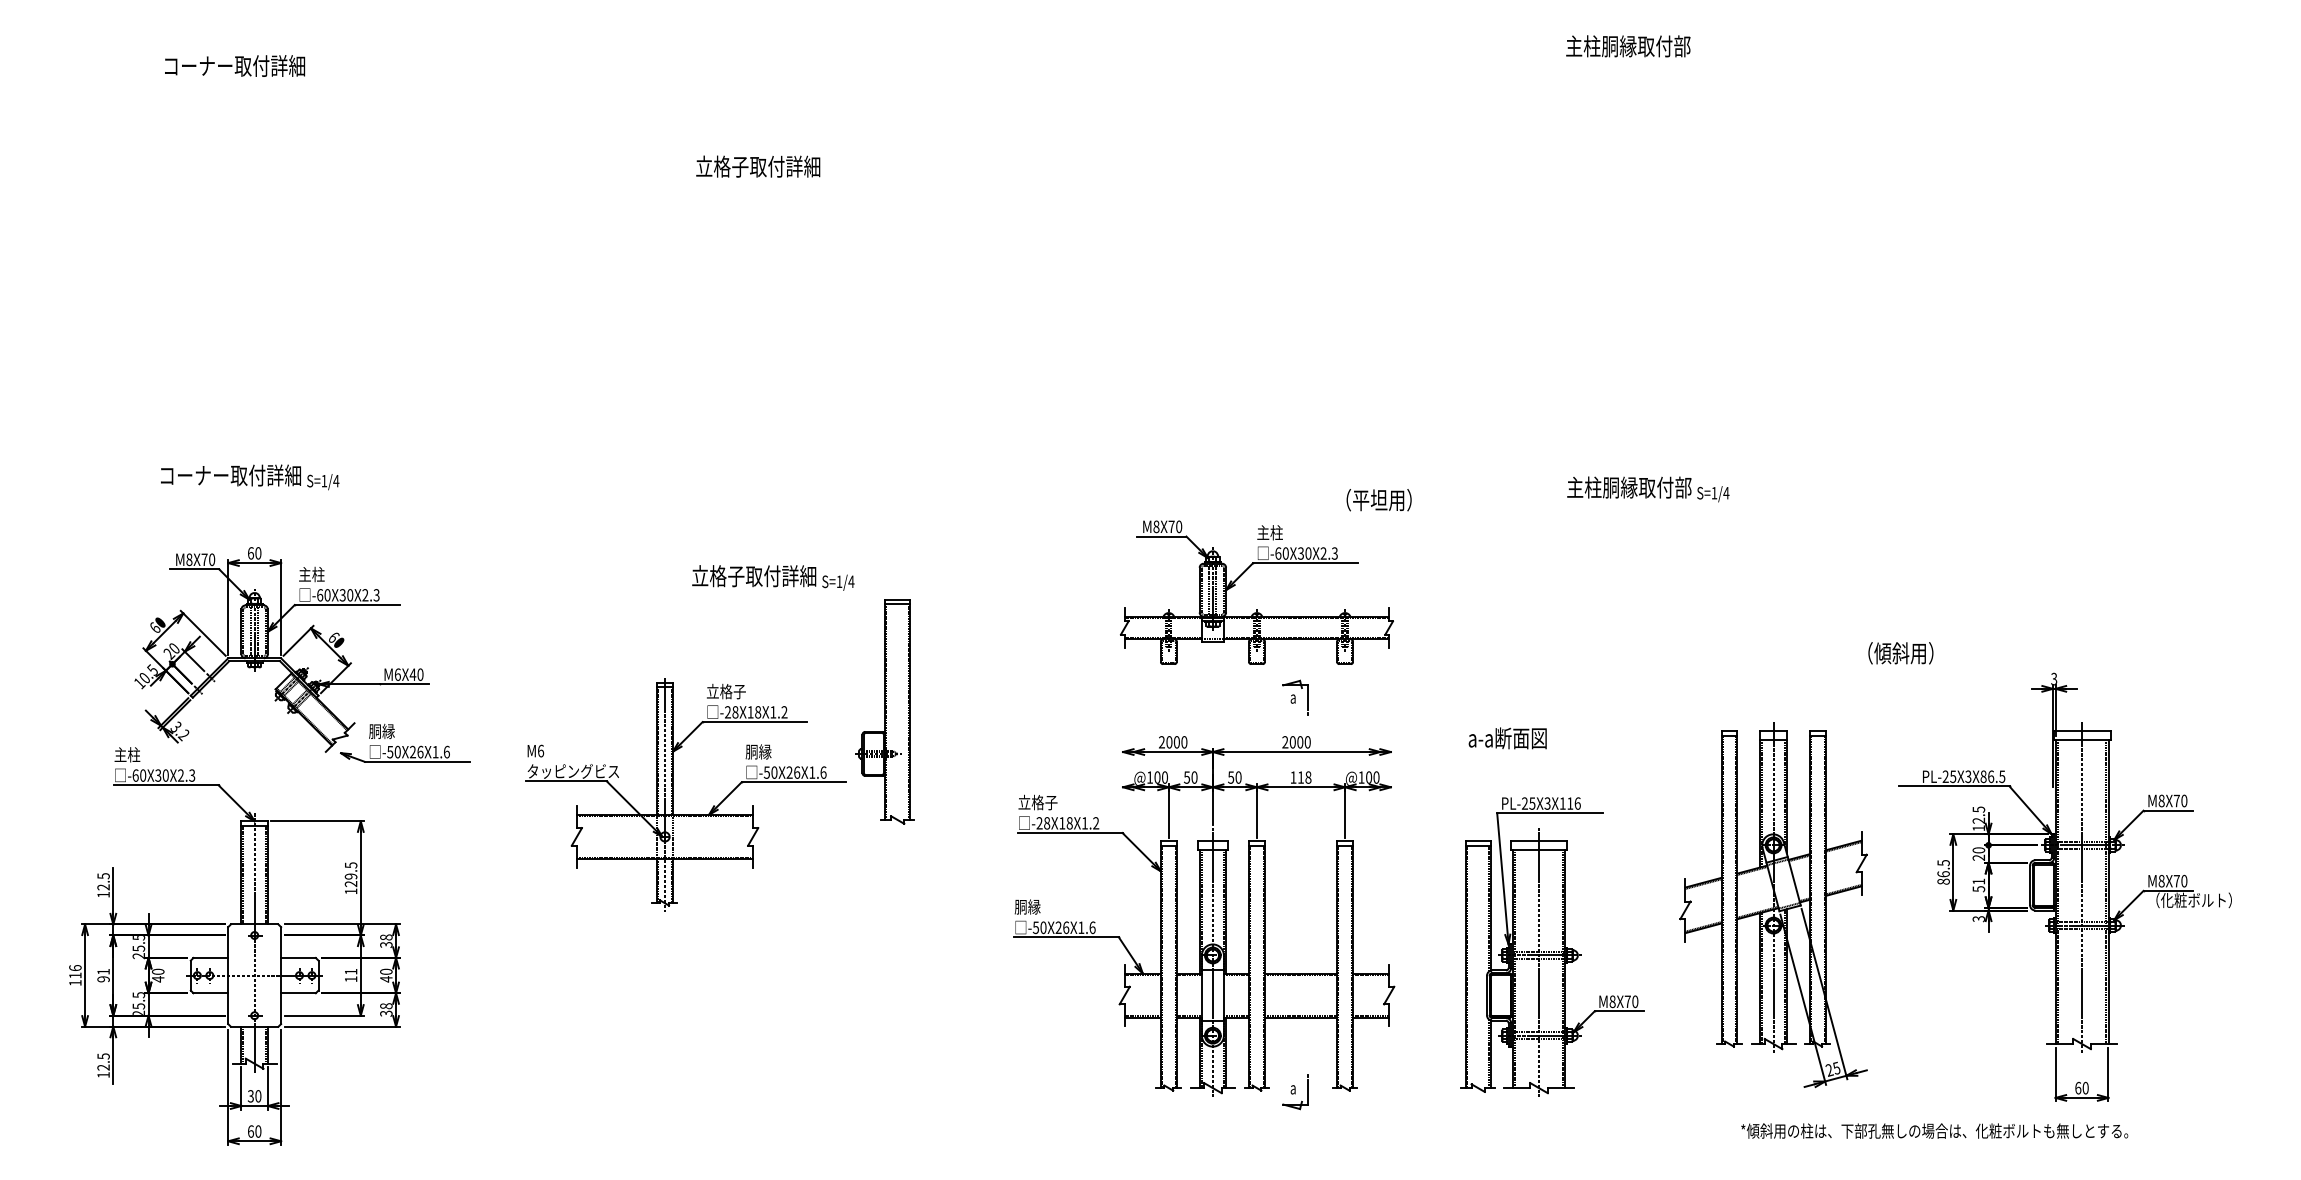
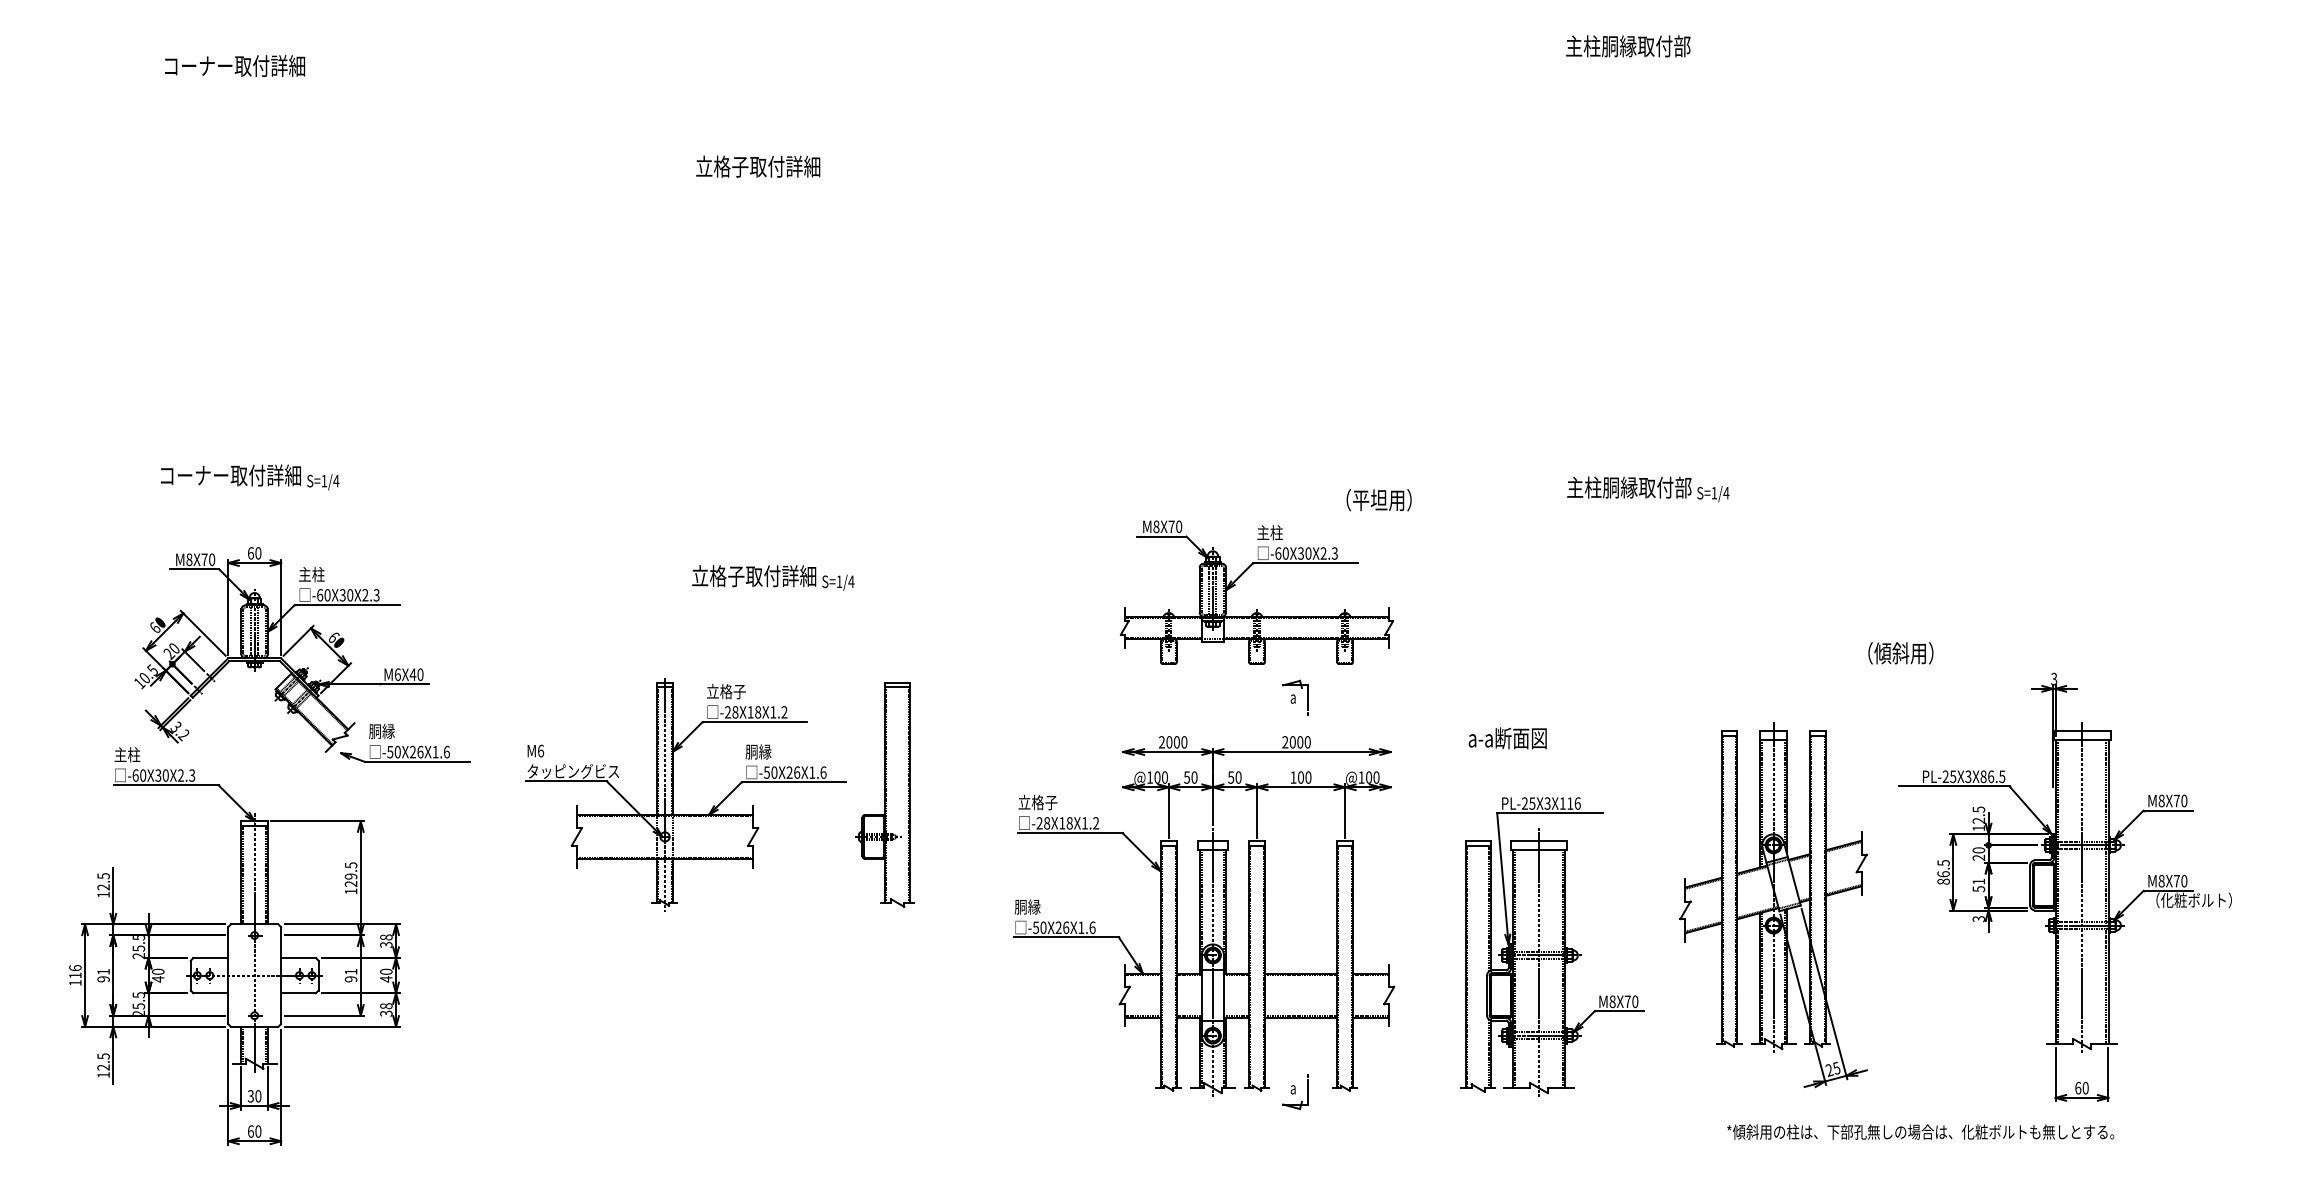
part at (884, 711) position: (884, 711) -> (884, 794)
text at (1304, 777): 118 -> 100
text at (350, 979): 11 -> 91
text at (1934, 1130) position: (1934, 1130) -> (1920, 1131)
